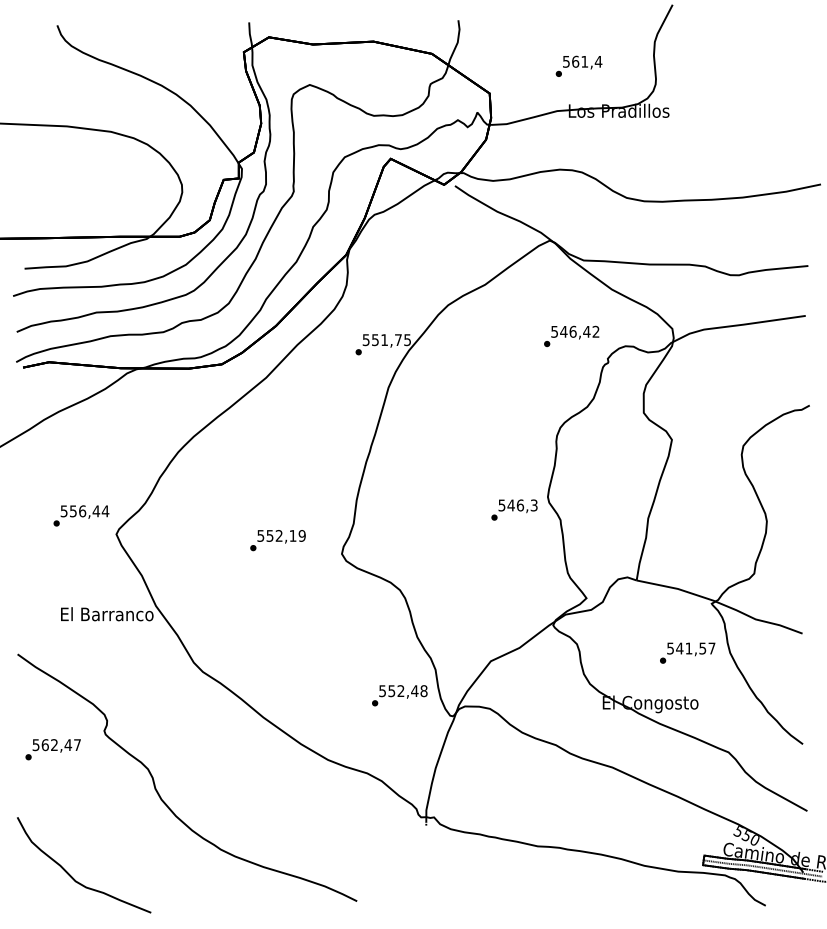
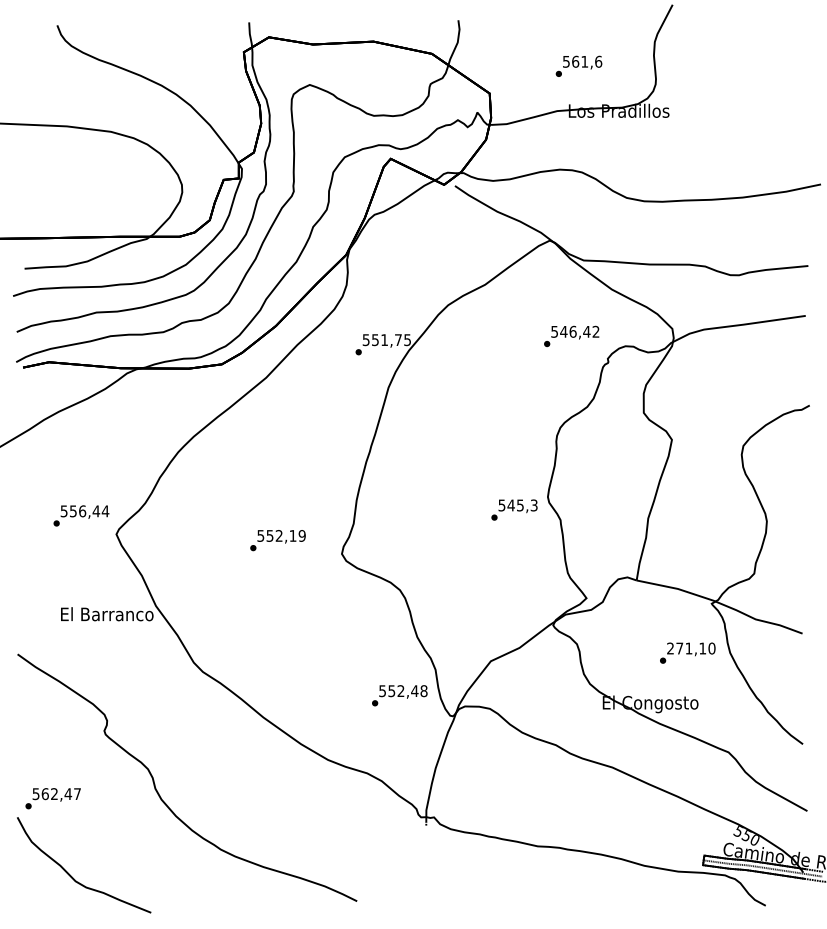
text at (598, 61): 561,4 -> 561,6
text at (520, 505): 546,3 -> 545,3
text at (691, 648): 541,57 -> 271,10
text at (52, 749) position: (52, 749) -> (52, 798)
